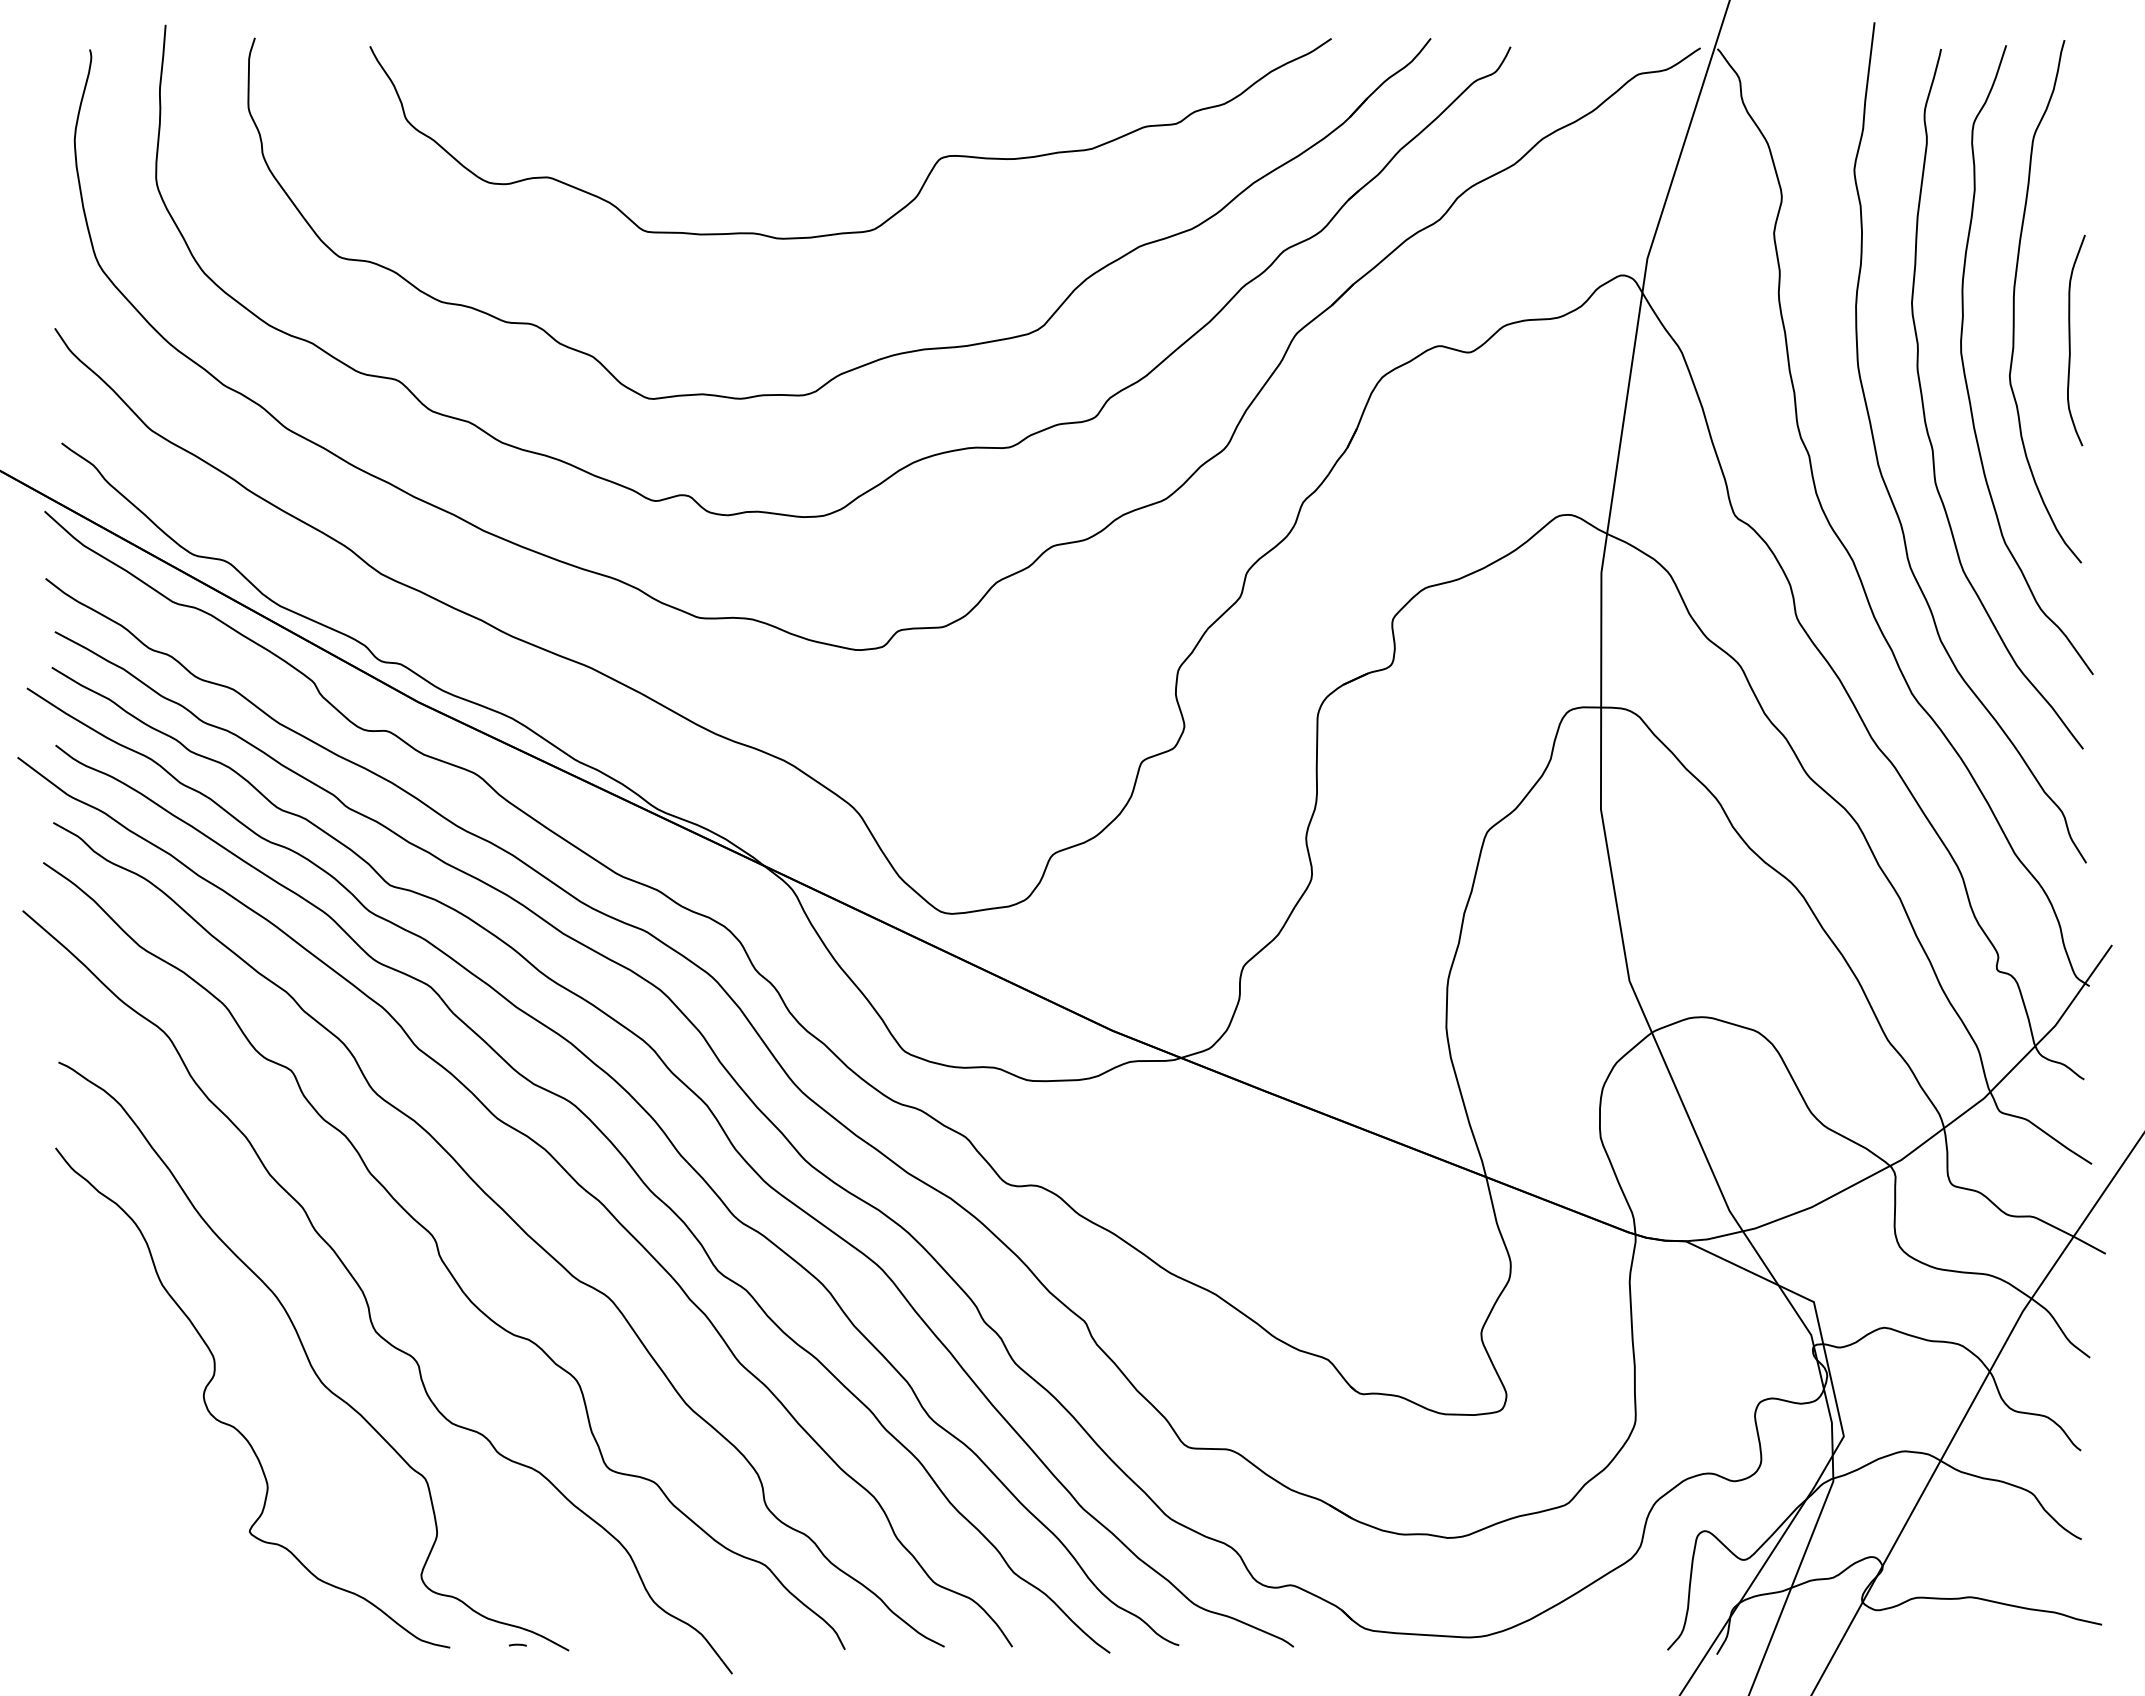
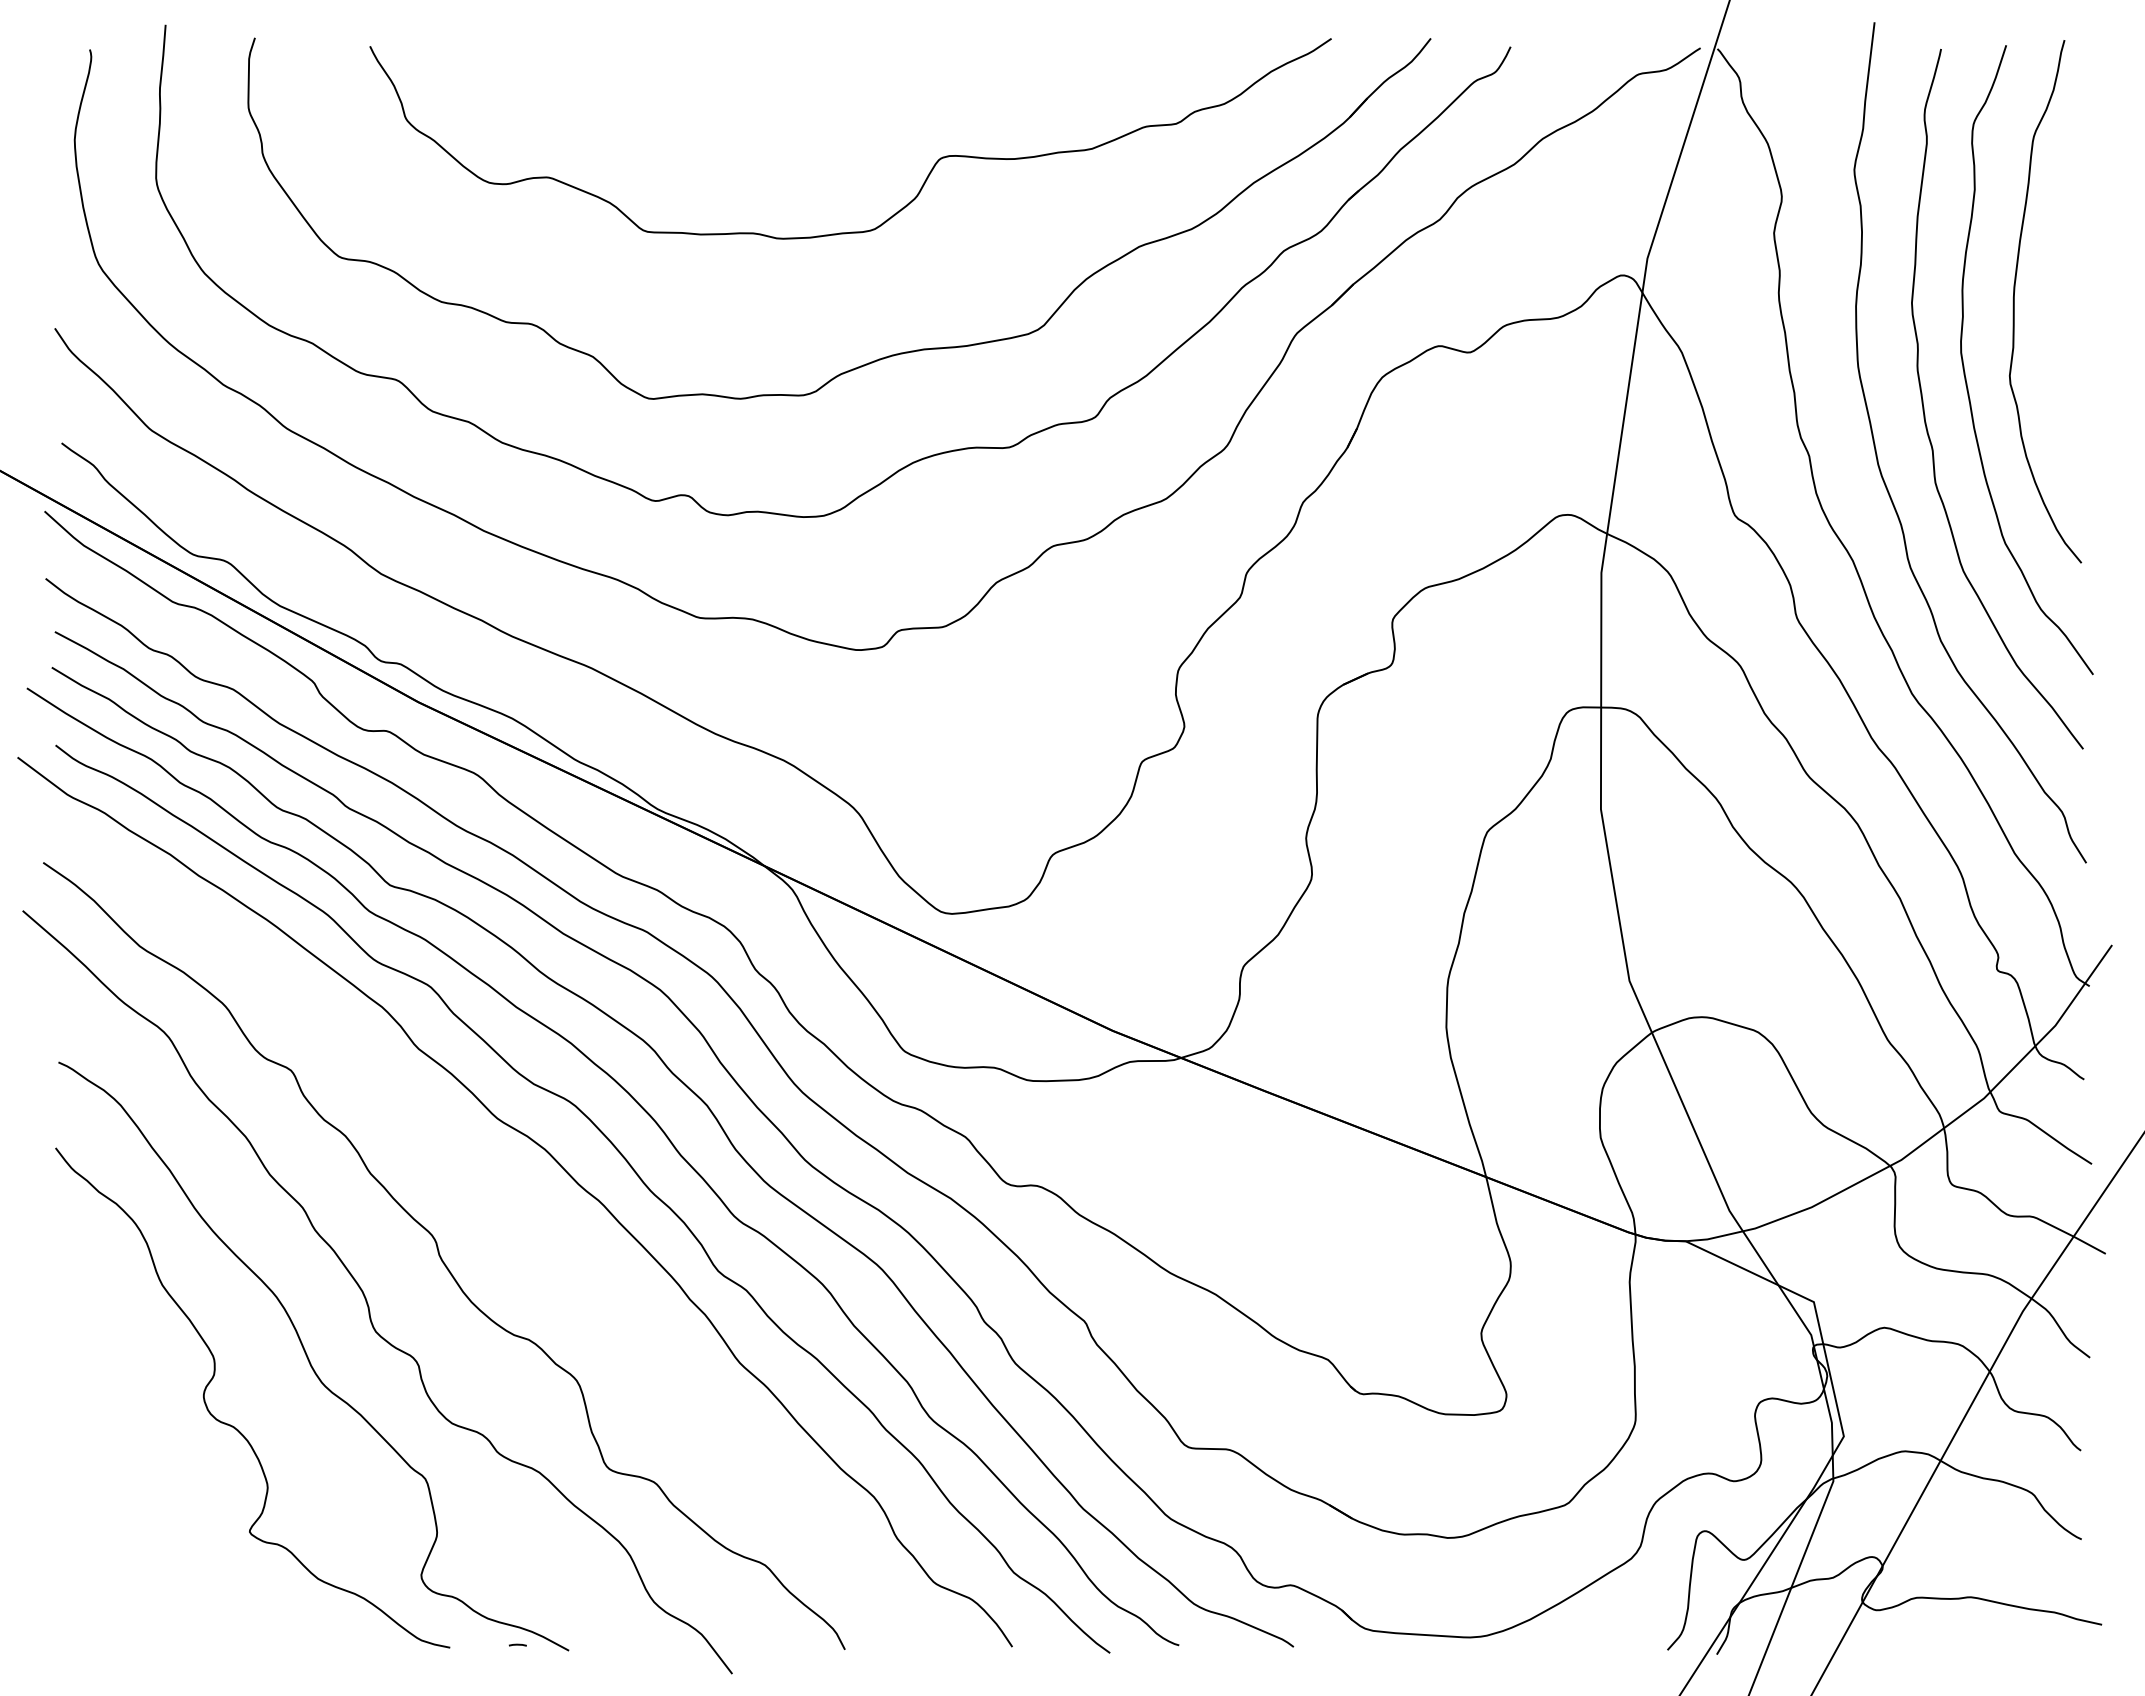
curve at (2070, 340): present -> none
curve at (512, 1220): present -> none
